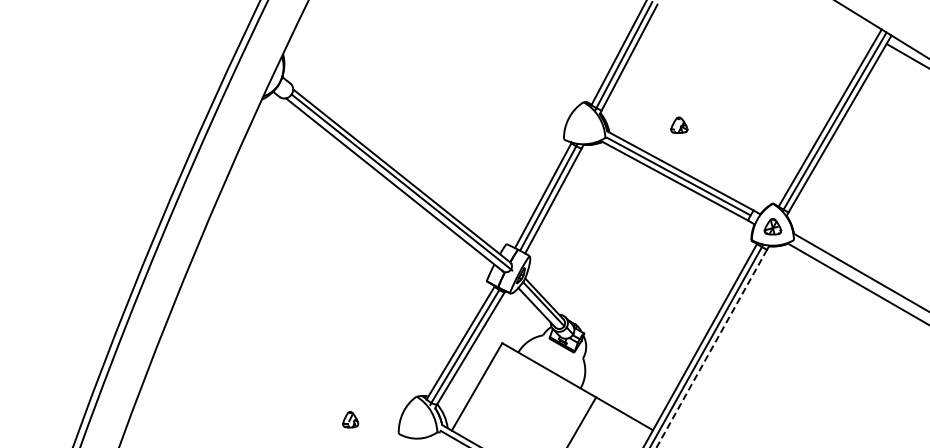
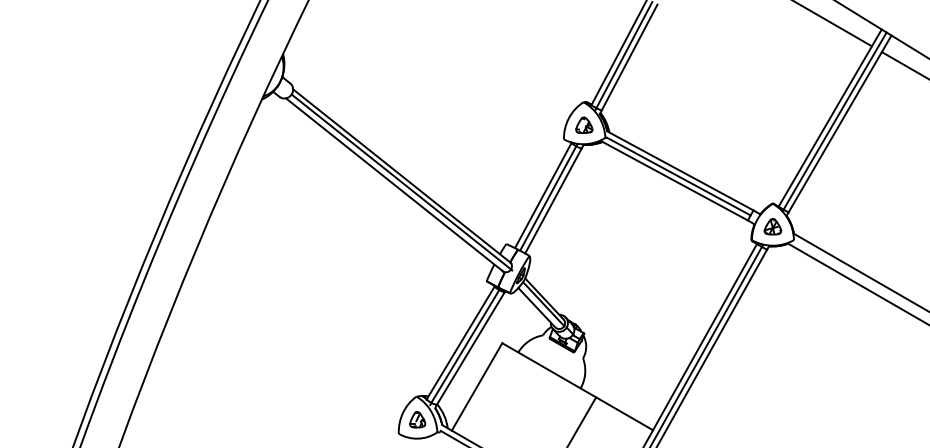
line at (833, 24): none -> present
line at (906, 55) position: (906, 55) -> (903, 64)
part at (679, 124) position: (679, 124) -> (584, 124)
line at (711, 349): dashed -> solid
part at (350, 419) position: (350, 419) -> (417, 419)
